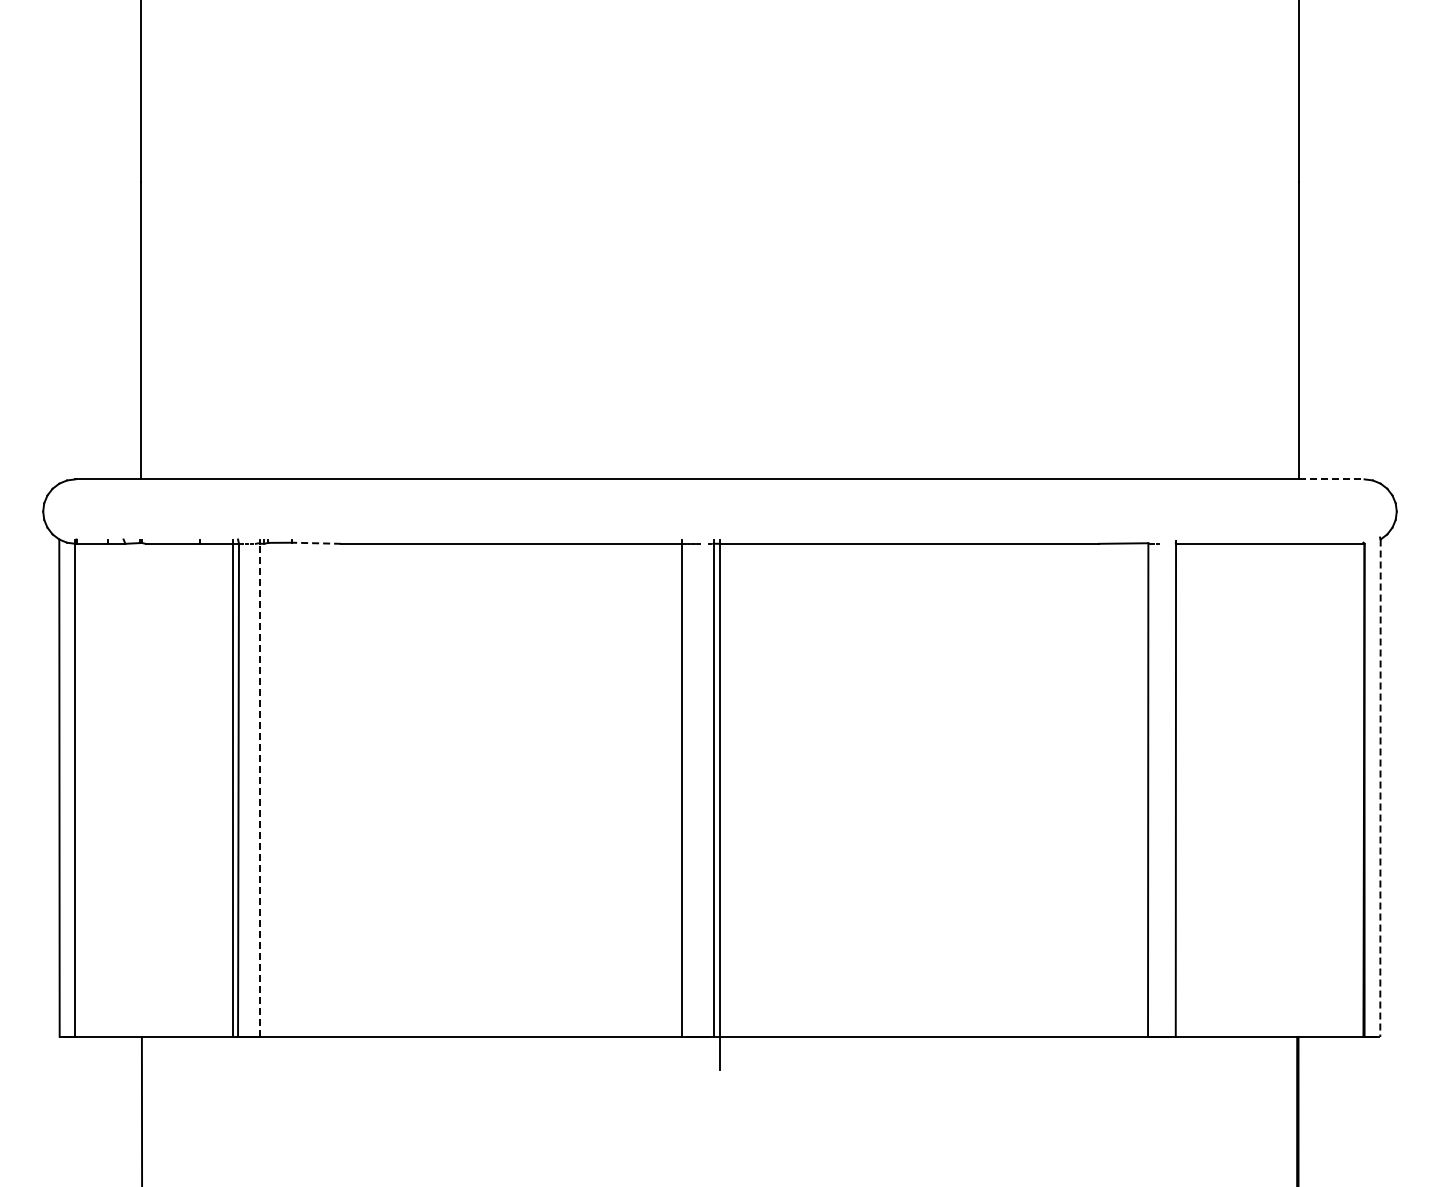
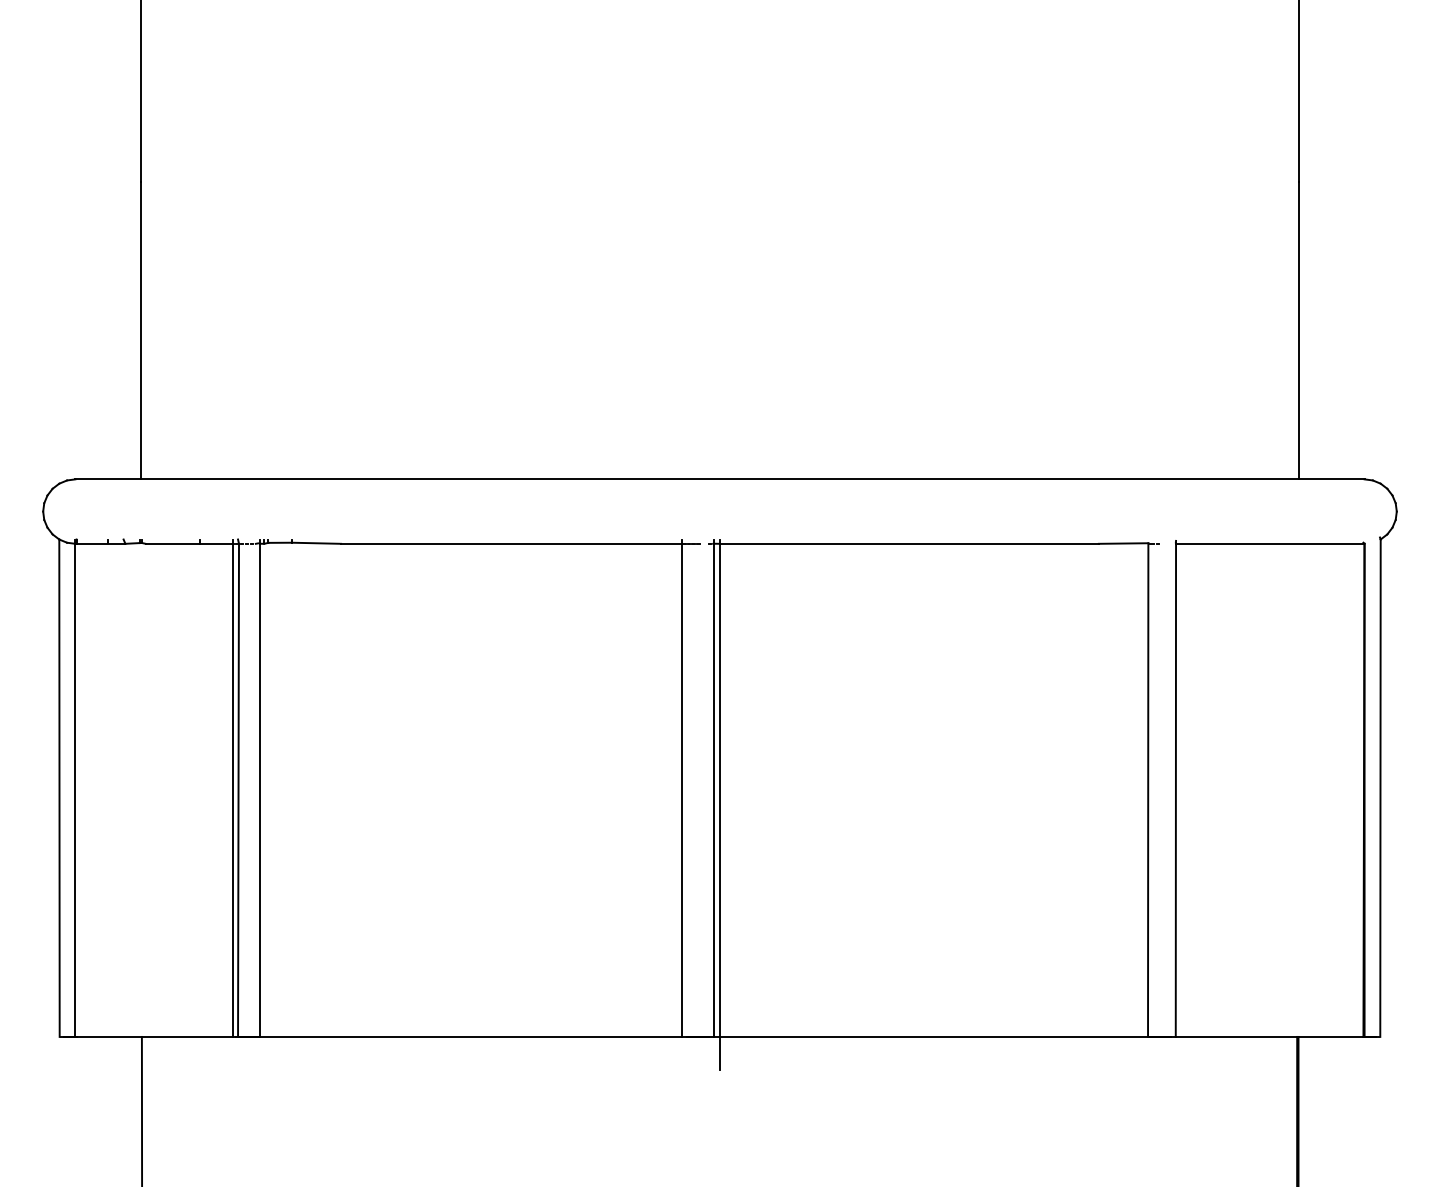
line at (1331, 479): dashed -> solid
line at (316, 543): dashed -> solid
line at (1380, 788): dashed -> solid
line at (260, 790): dashed -> solid
